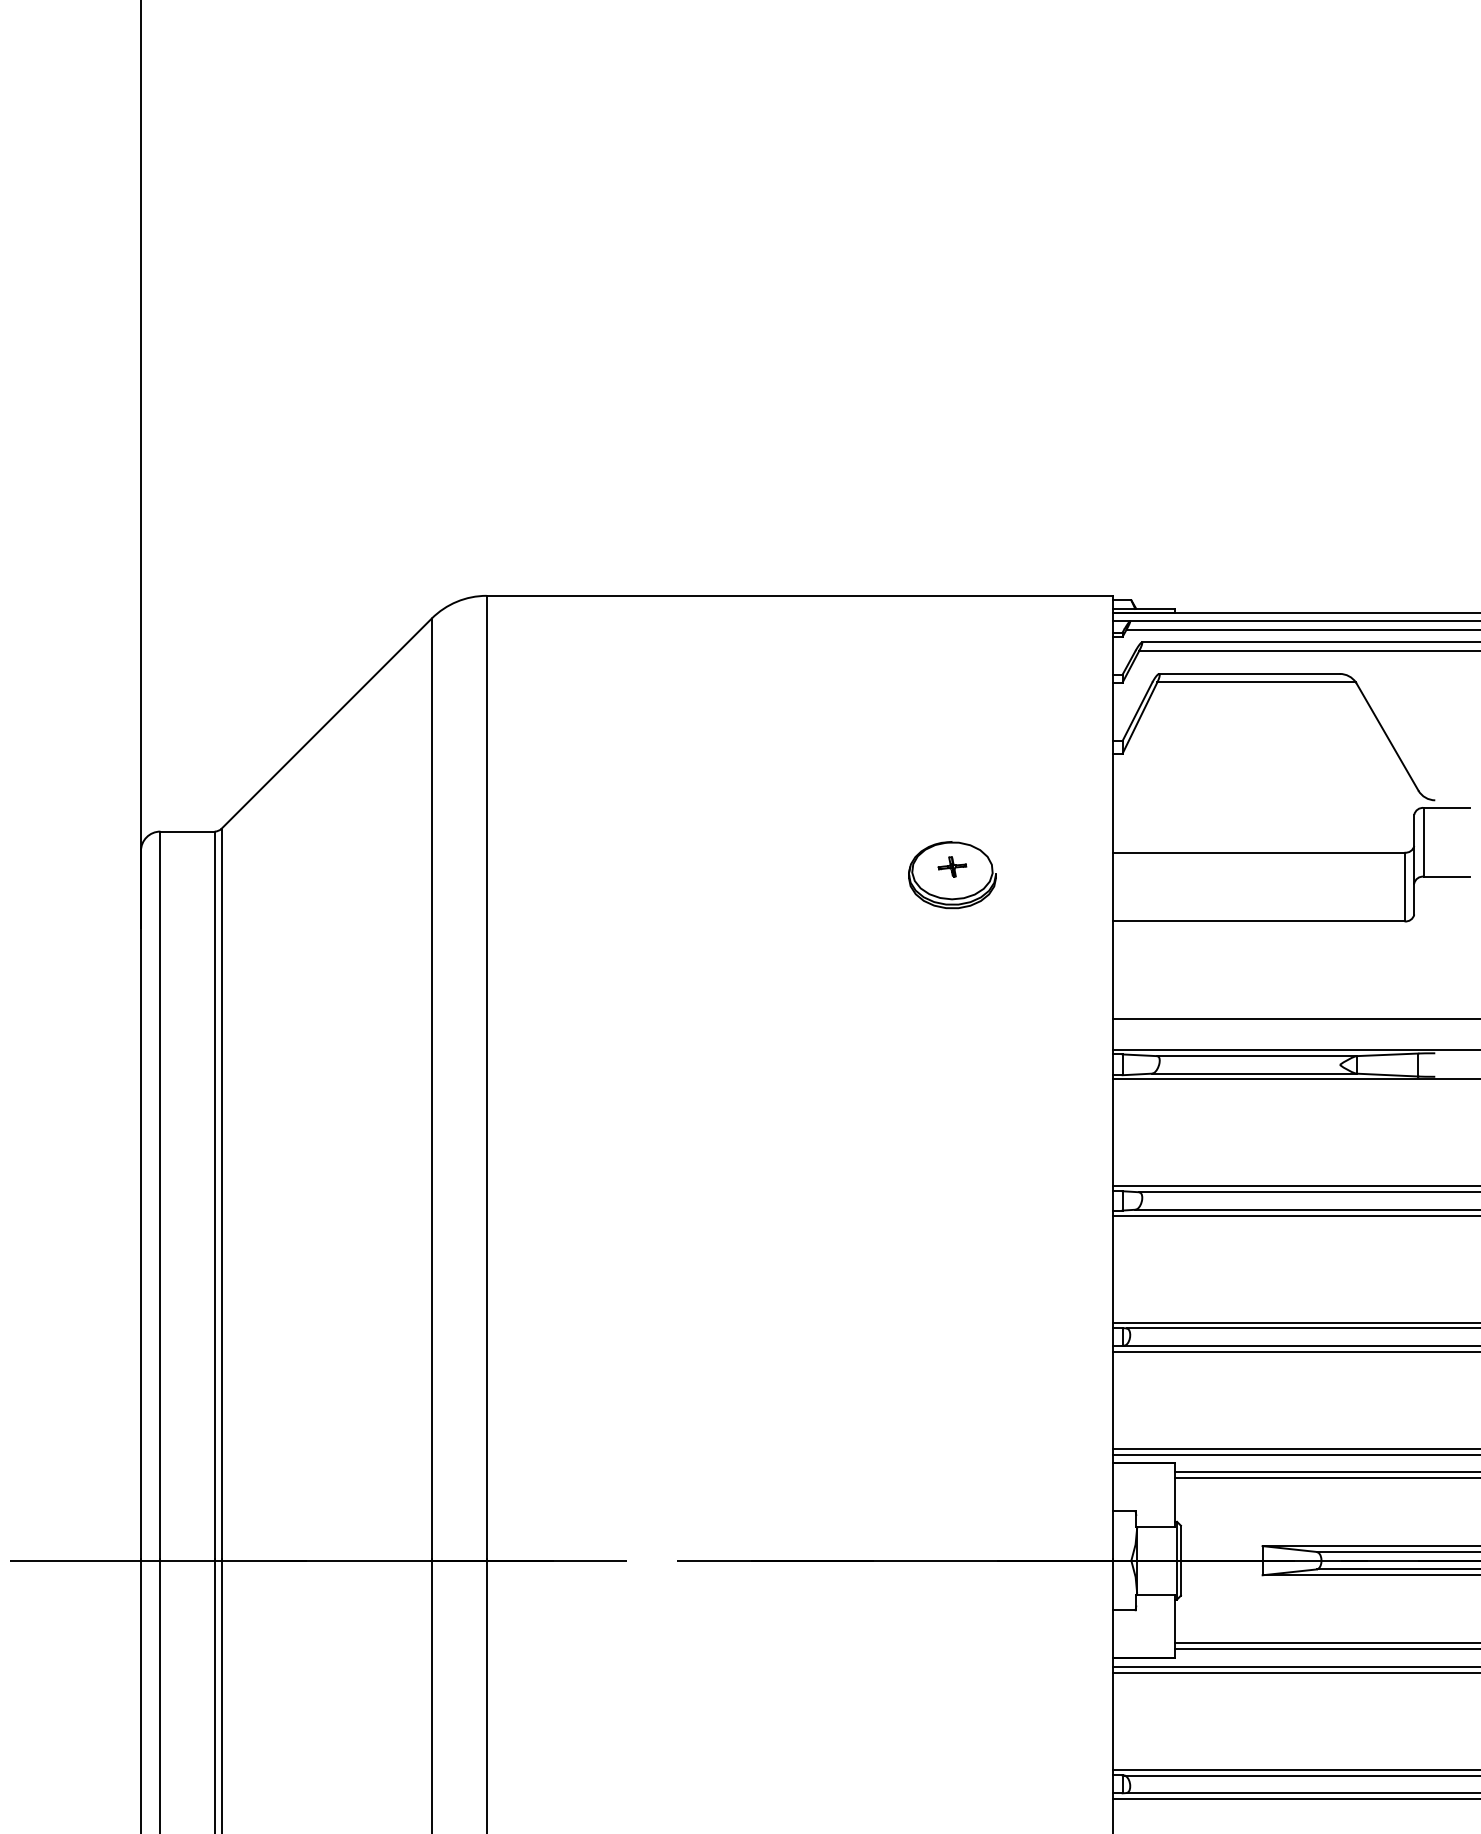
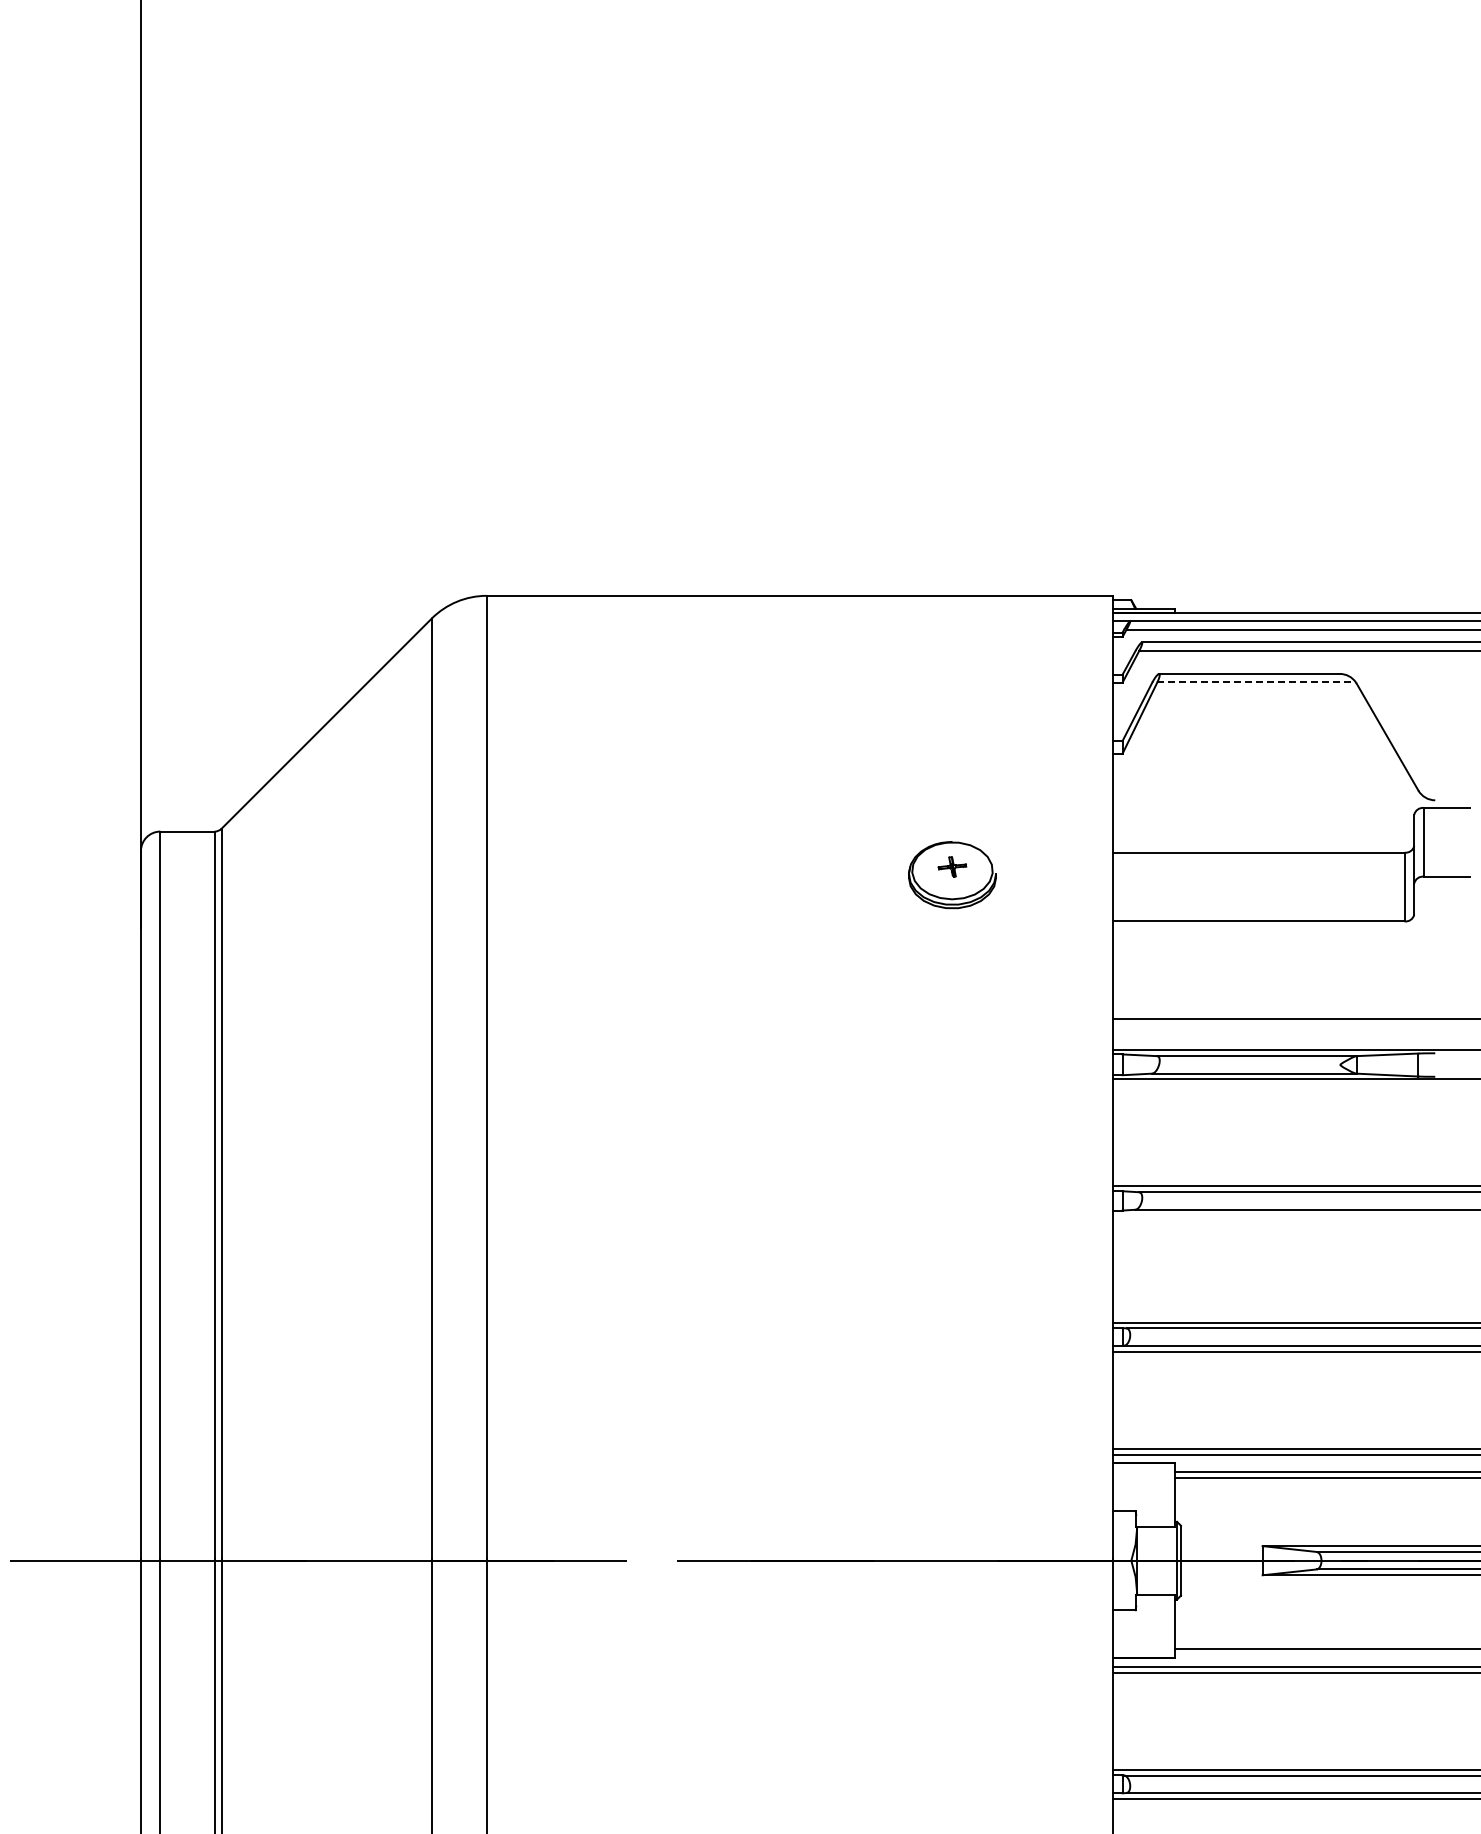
line at (1257, 682): solid -> dashed
line at (1295, 1215): present -> none
line at (1326, 1643): present -> none
